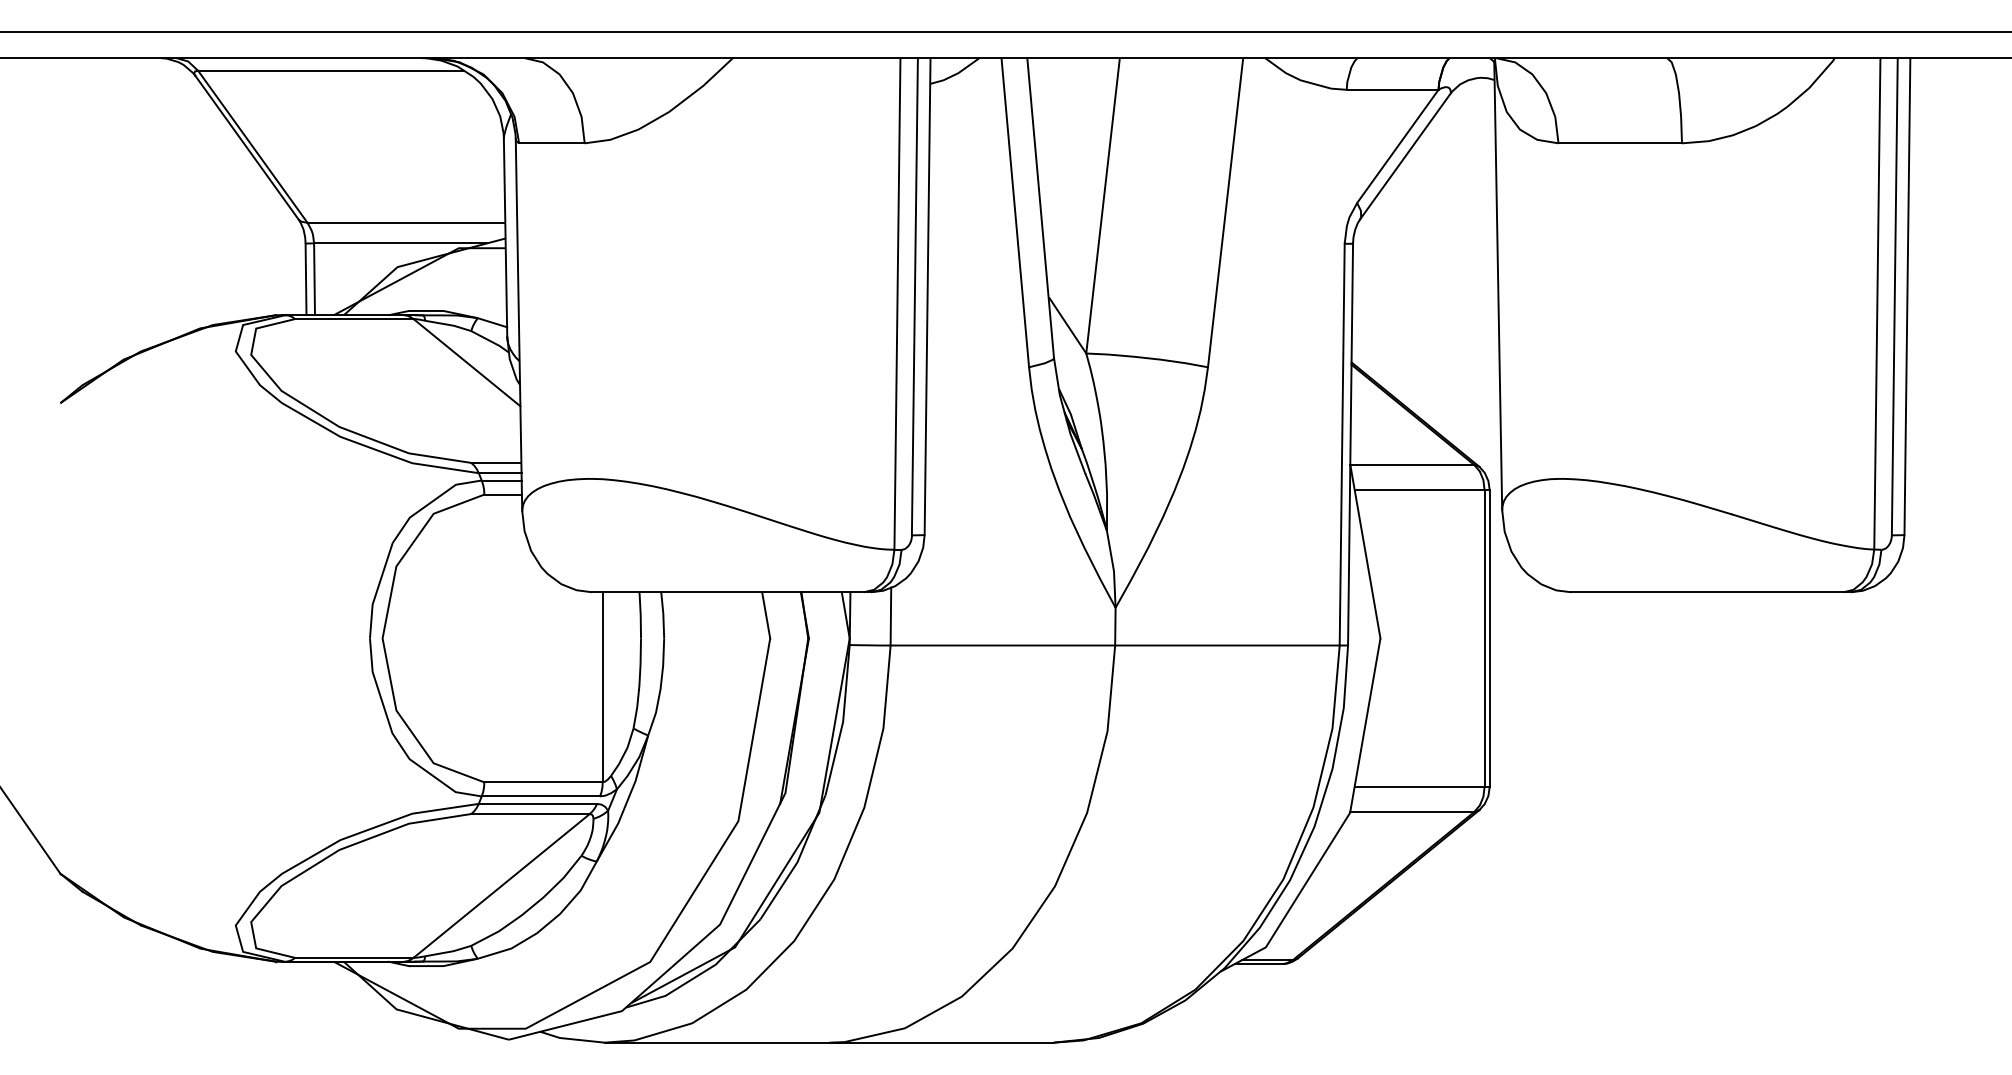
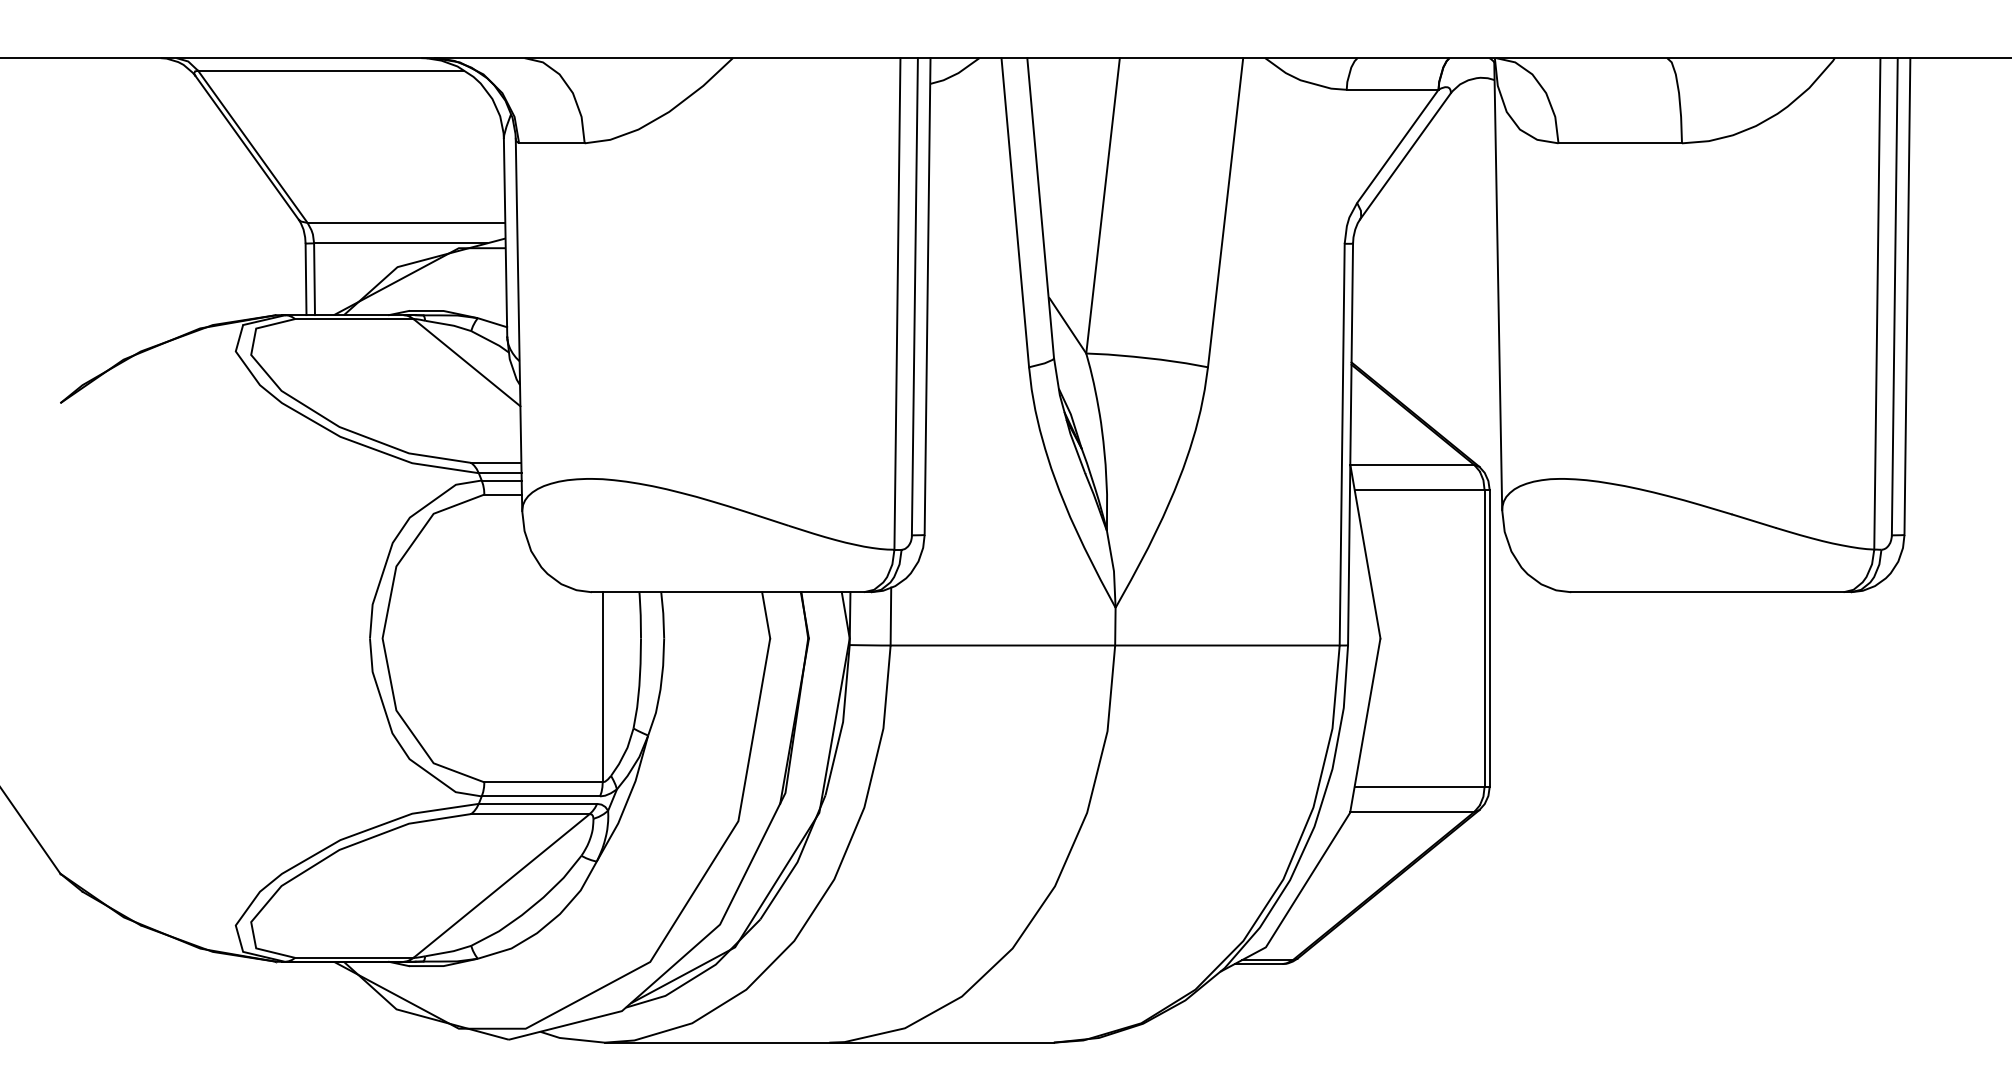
line at (1005, 32): present -> none
